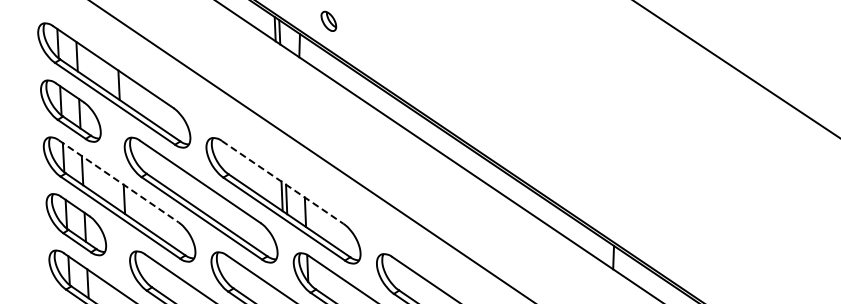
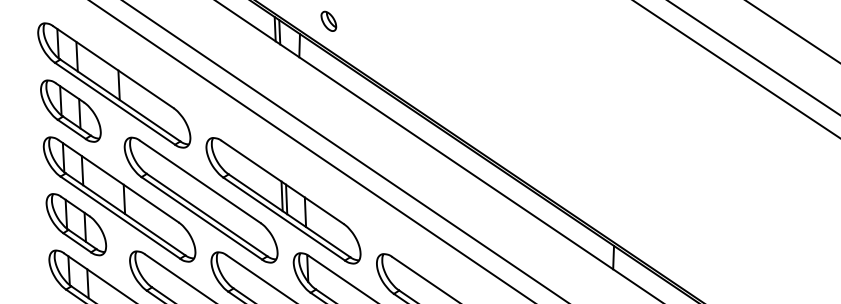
line at (792, 31): none -> present
line at (753, 57): none -> present
line at (344, 151): none -> present
line at (118, 181): dashed -> solid
line at (282, 182): dashed -> solid
